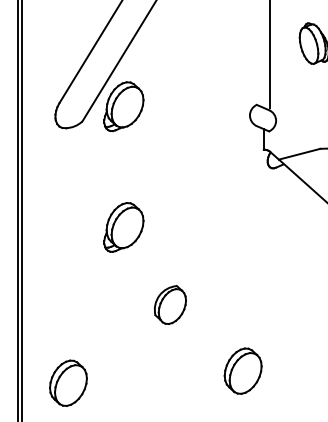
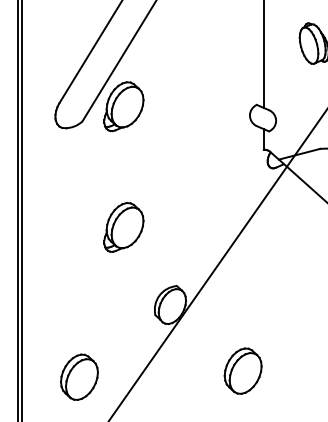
line at (269, 54) position: (269, 54) -> (263, 54)
line at (217, 265): none -> present
part at (68, 382) position: (68, 382) -> (79, 376)
